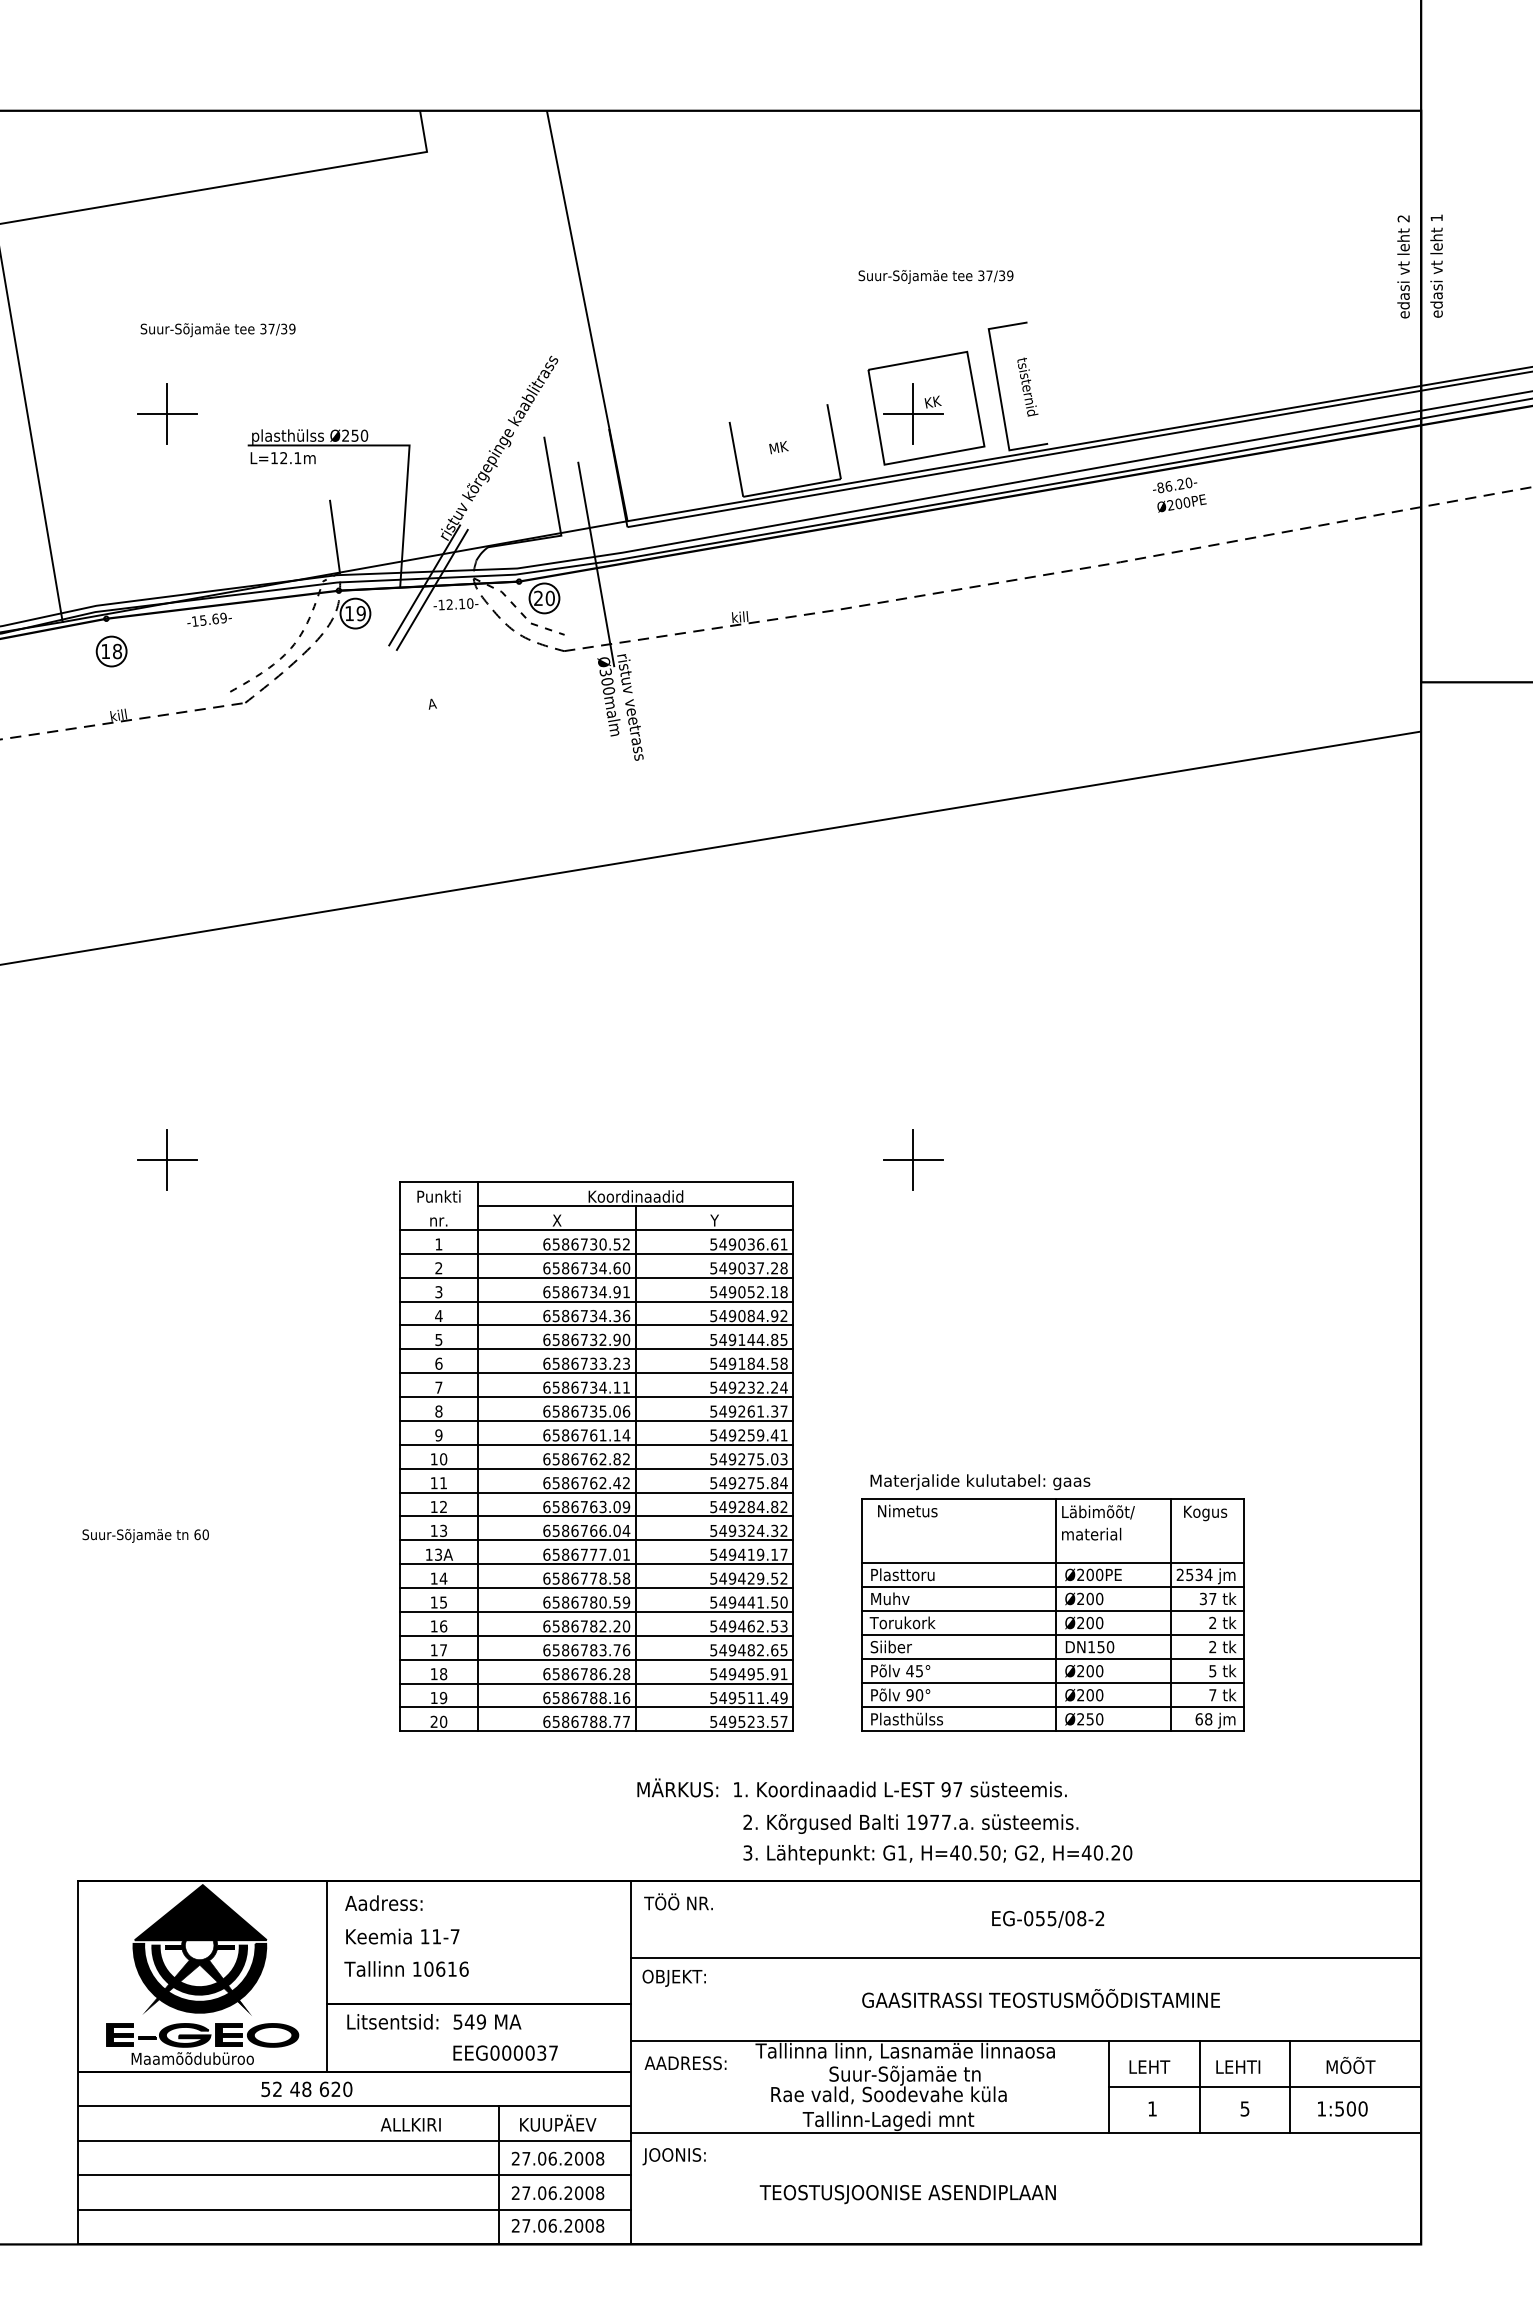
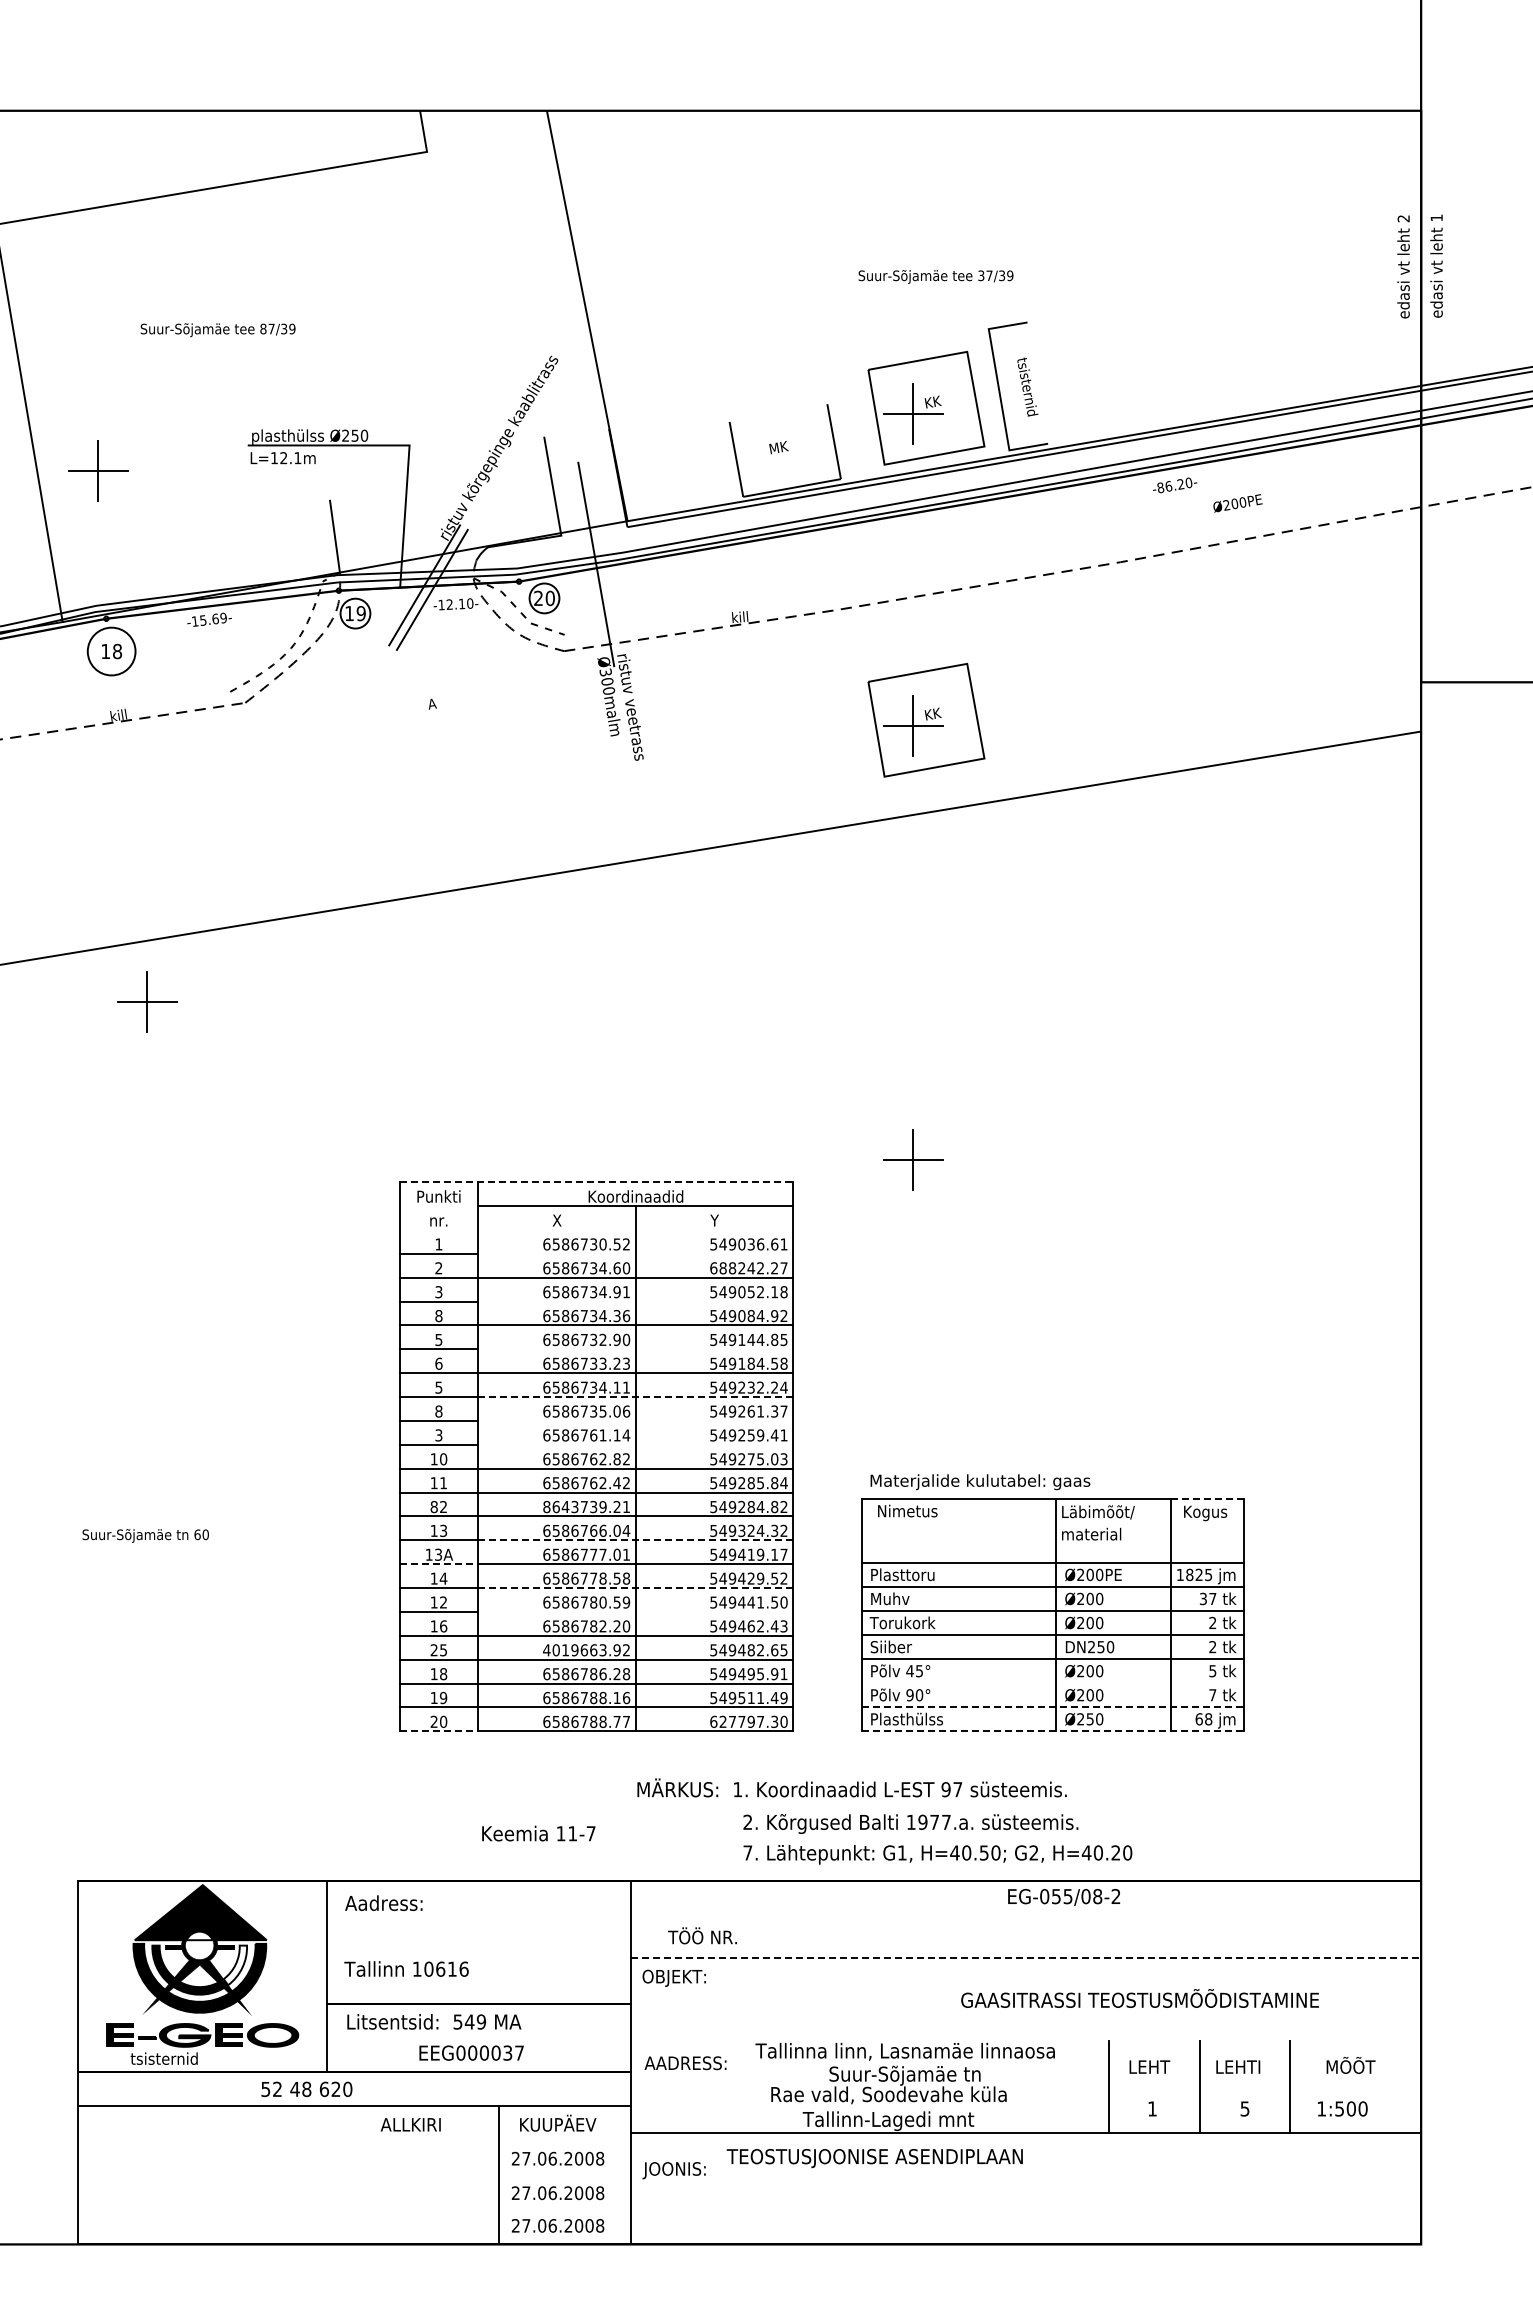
text at (263, 328): 37/39 -> 87/39
part at (167, 413) position: (167, 413) -> (98, 470)
text at (1181, 503) position: (1181, 503) -> (1237, 503)
circle at (111, 651) diameter: 30 px -> 48 px
part at (926, 719): none -> present
part at (167, 1159) position: (167, 1159) -> (147, 1001)
line at (596, 1182): solid -> dashed
line at (596, 1229): present -> none
line at (635, 1253): present -> none
text at (748, 1268): 549037.28 -> 688242.27
line at (635, 1301): present -> none
text at (438, 1316): 4 -> 8
line at (635, 1349): present -> none
text at (438, 1387): 7 -> 5
line at (635, 1397): solid -> dashed
line at (635, 1420): present -> none
text at (438, 1435): 9 -> 3
line at (635, 1444): present -> none
text at (750, 1483): 549275.84 -> 549285.84
line at (1207, 1499): solid -> dashed
text at (433, 1506): 12 -> 82
text at (586, 1506): 6586763.09 -> 8643739.21
line at (635, 1540): solid -> dashed
line at (439, 1564): solid -> dashed
text at (1194, 1574): 2534 -> 1825
line at (635, 1588): solid -> dashed
text at (443, 1602): 15 -> 12
line at (635, 1611): present -> none
text at (774, 1626): 549462.53 -> 549462.43
text at (1091, 1647): DN150 -> DN250
text at (438, 1650): 17 -> 25
text at (586, 1650): 6586783.76 -> 4019663.92
line at (1052, 1683): present -> none
line at (1052, 1707): solid -> dashed
text at (748, 1721): 549523.57 -> 627797.30
line at (439, 1731): solid -> dashed
line at (1052, 1731): solid -> dashed
text at (747, 1852): 3. -> 7.
text at (678, 1901) position: (678, 1901) -> (702, 1935)
text at (1048, 1919) position: (1048, 1919) -> (1064, 1897)
fill at (199, 1935): present -> none
text at (402, 1936) position: (402, 1936) -> (538, 1833)
line at (1026, 1957): solid -> dashed
fill at (235, 1965): present -> none
text at (1040, 1998) position: (1040, 1998) -> (1139, 1998)
line at (1025, 2041): present -> none
text at (505, 2052) position: (505, 2052) -> (471, 2052)
text at (191, 2058): Maamõõdubüroo -> tsisternid
line at (1265, 2086): present -> none
line at (354, 2140): present -> none
text at (673, 2156) position: (673, 2156) -> (673, 2170)
line at (354, 2175): present -> none
text at (907, 2194) position: (907, 2194) -> (874, 2158)
line at (354, 2209): present -> none
